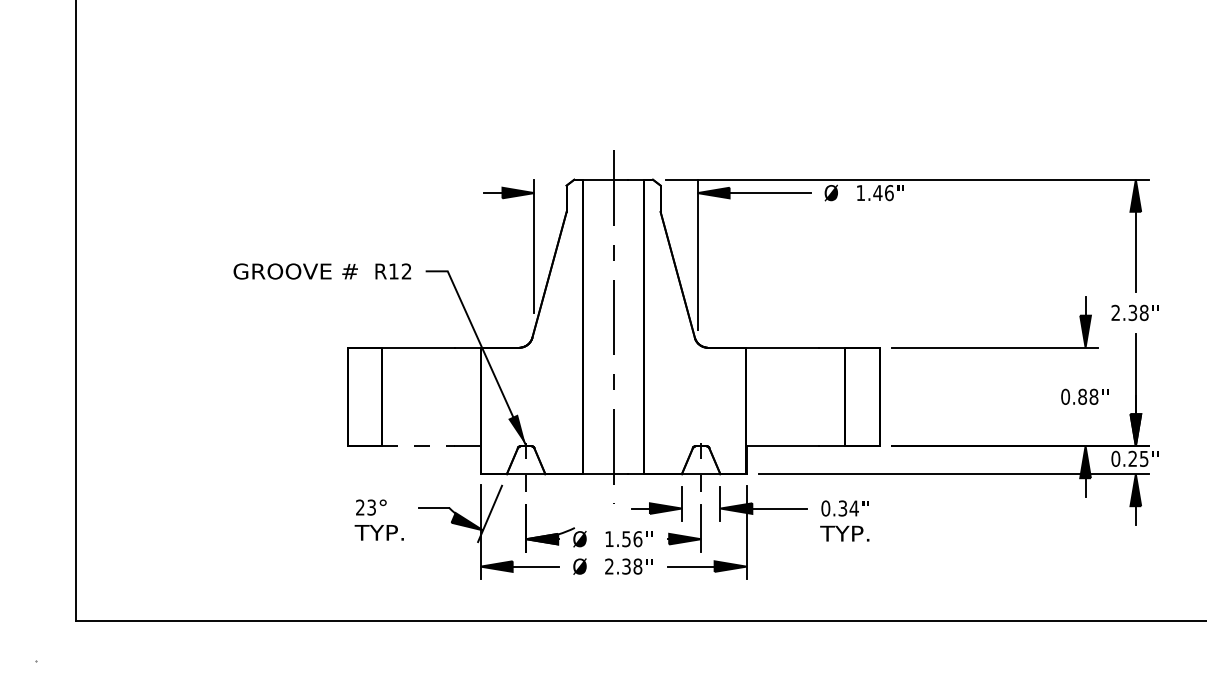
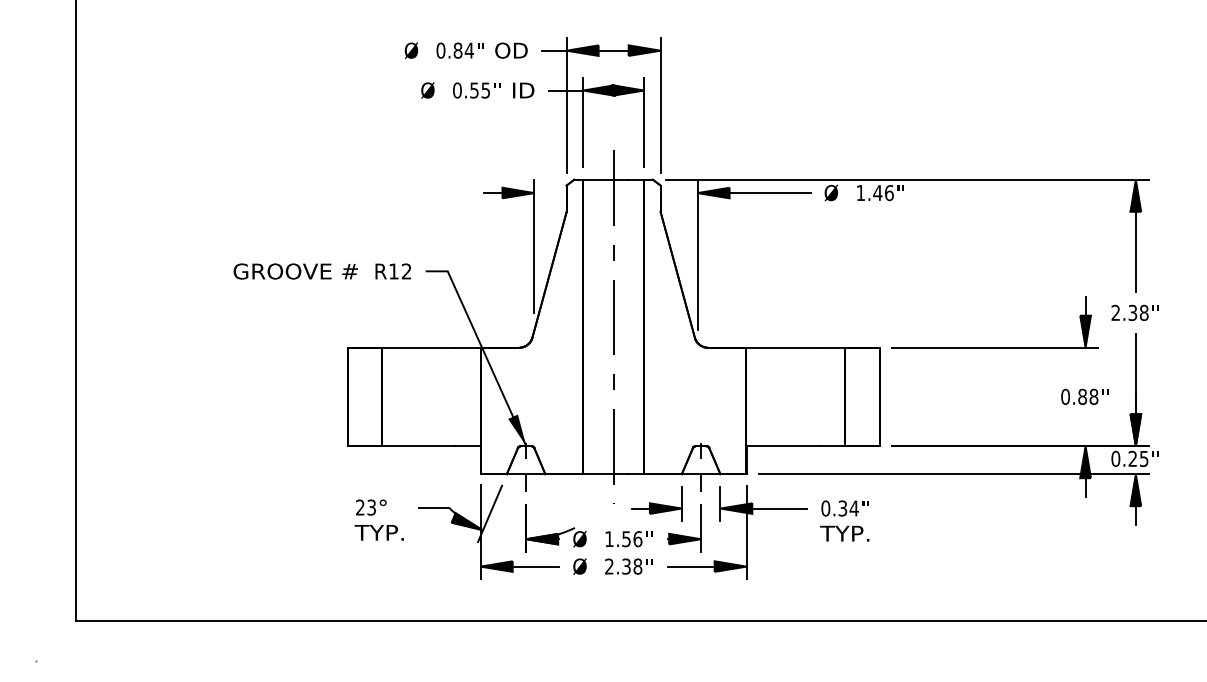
part at (530, 97): none -> present
line at (419, 446): dashed -> solid
